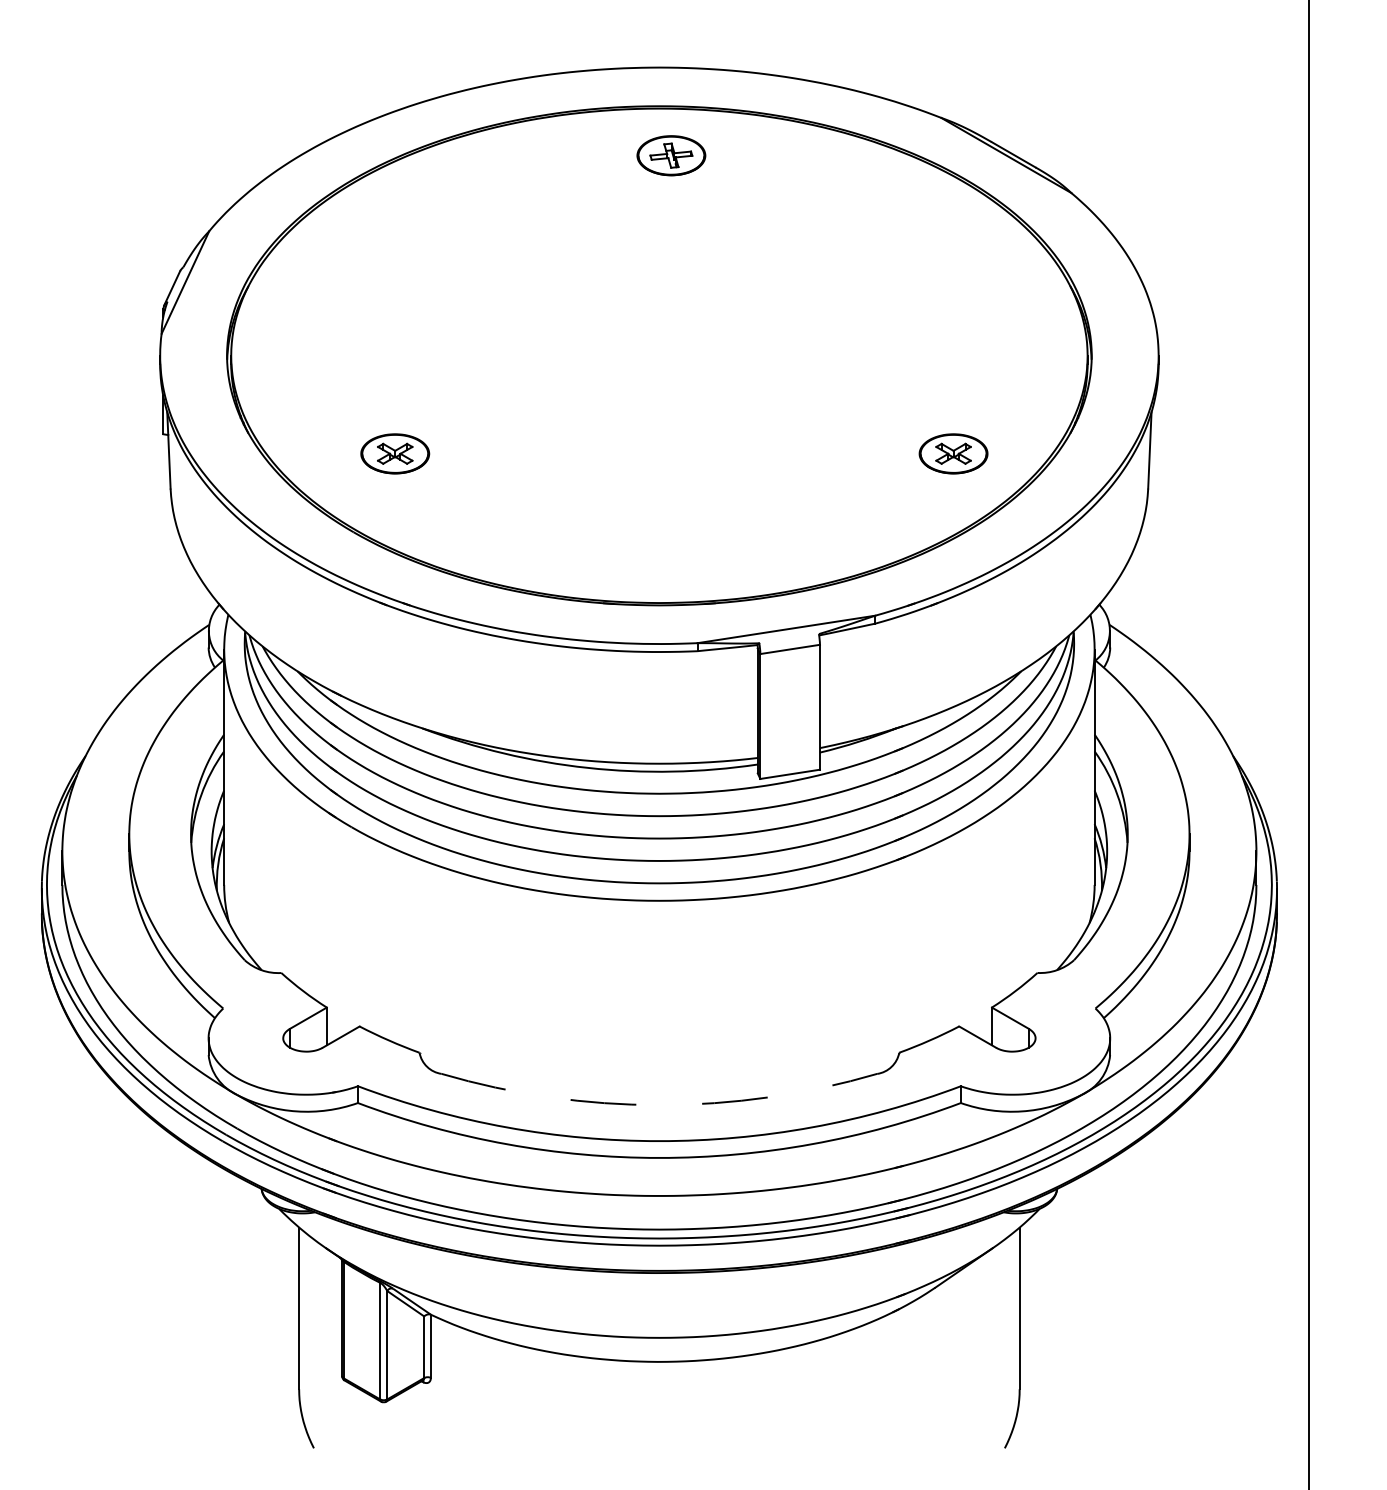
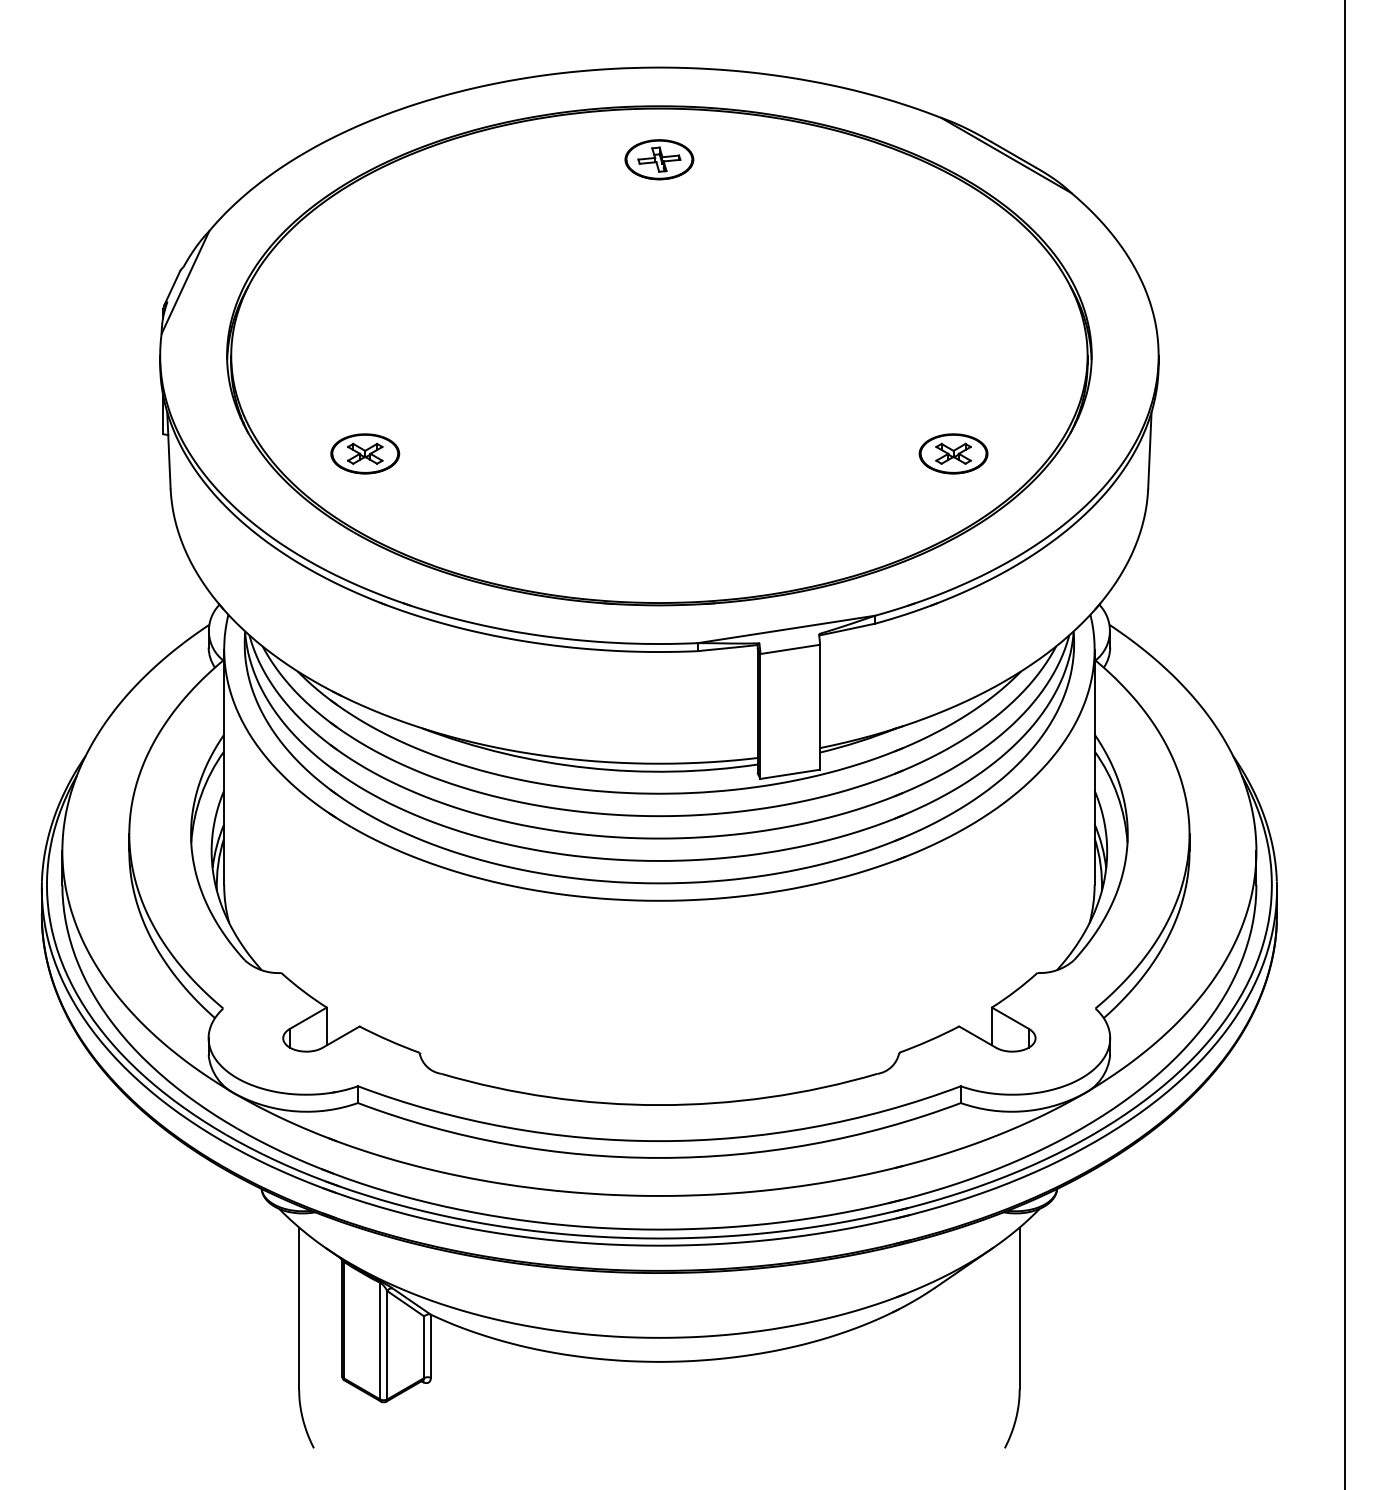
part at (671, 155) position: (671, 155) -> (659, 159)
part at (395, 453) position: (395, 453) -> (365, 453)
line at (1309, 744) position: (1309, 744) -> (1345, 744)
arc at (659, 1105): dashed -> solid
